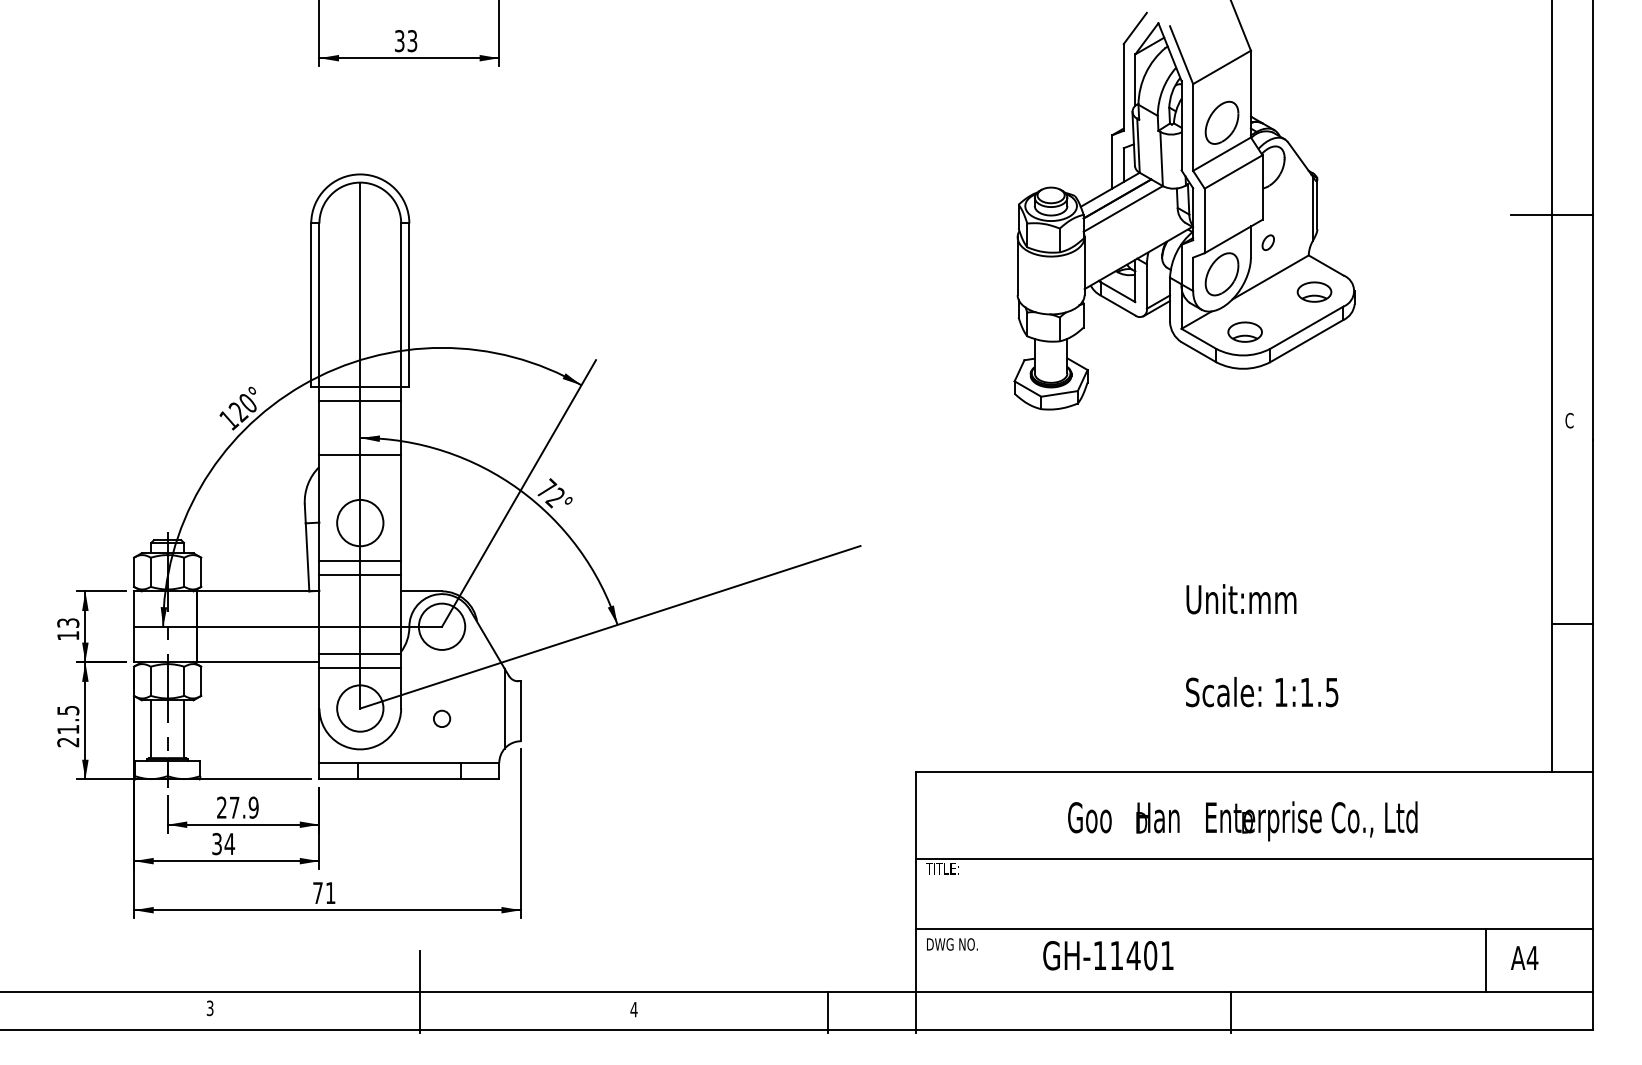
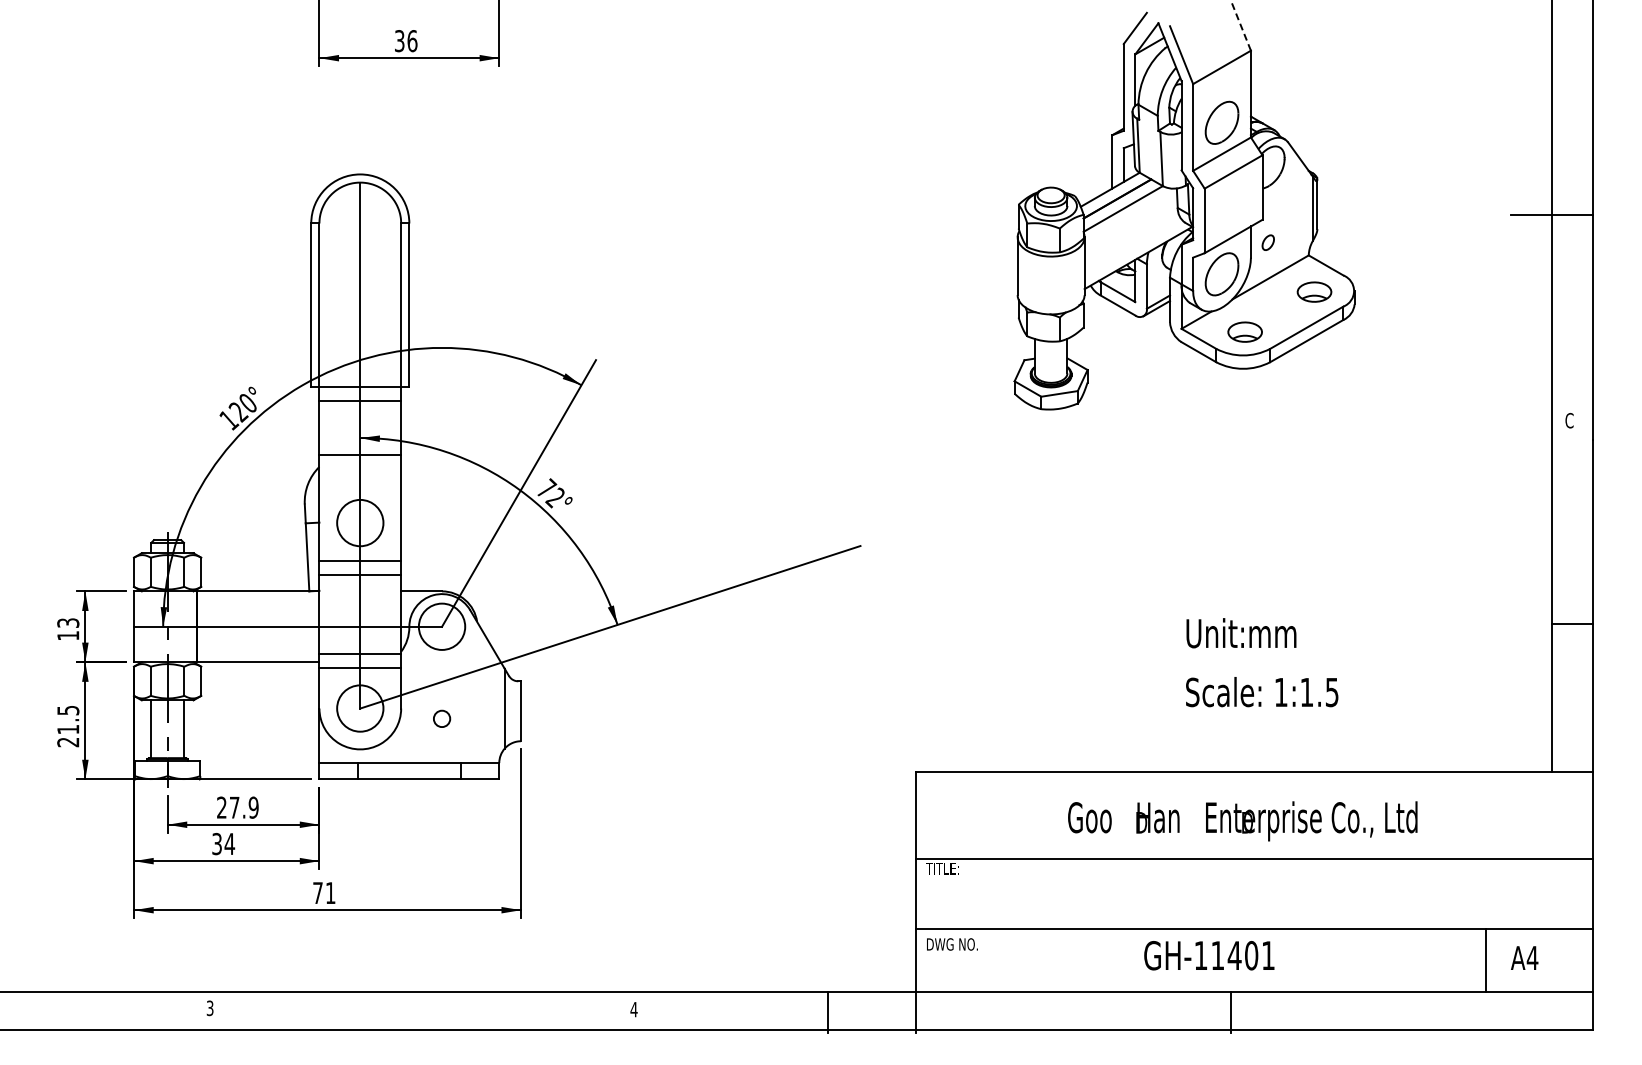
line at (1240, 25): solid -> dashed
text at (412, 41): 33 -> 36
text at (1241, 599) position: (1241, 599) -> (1241, 633)
text at (1108, 955) position: (1108, 955) -> (1209, 955)
line at (419, 992): present -> none
